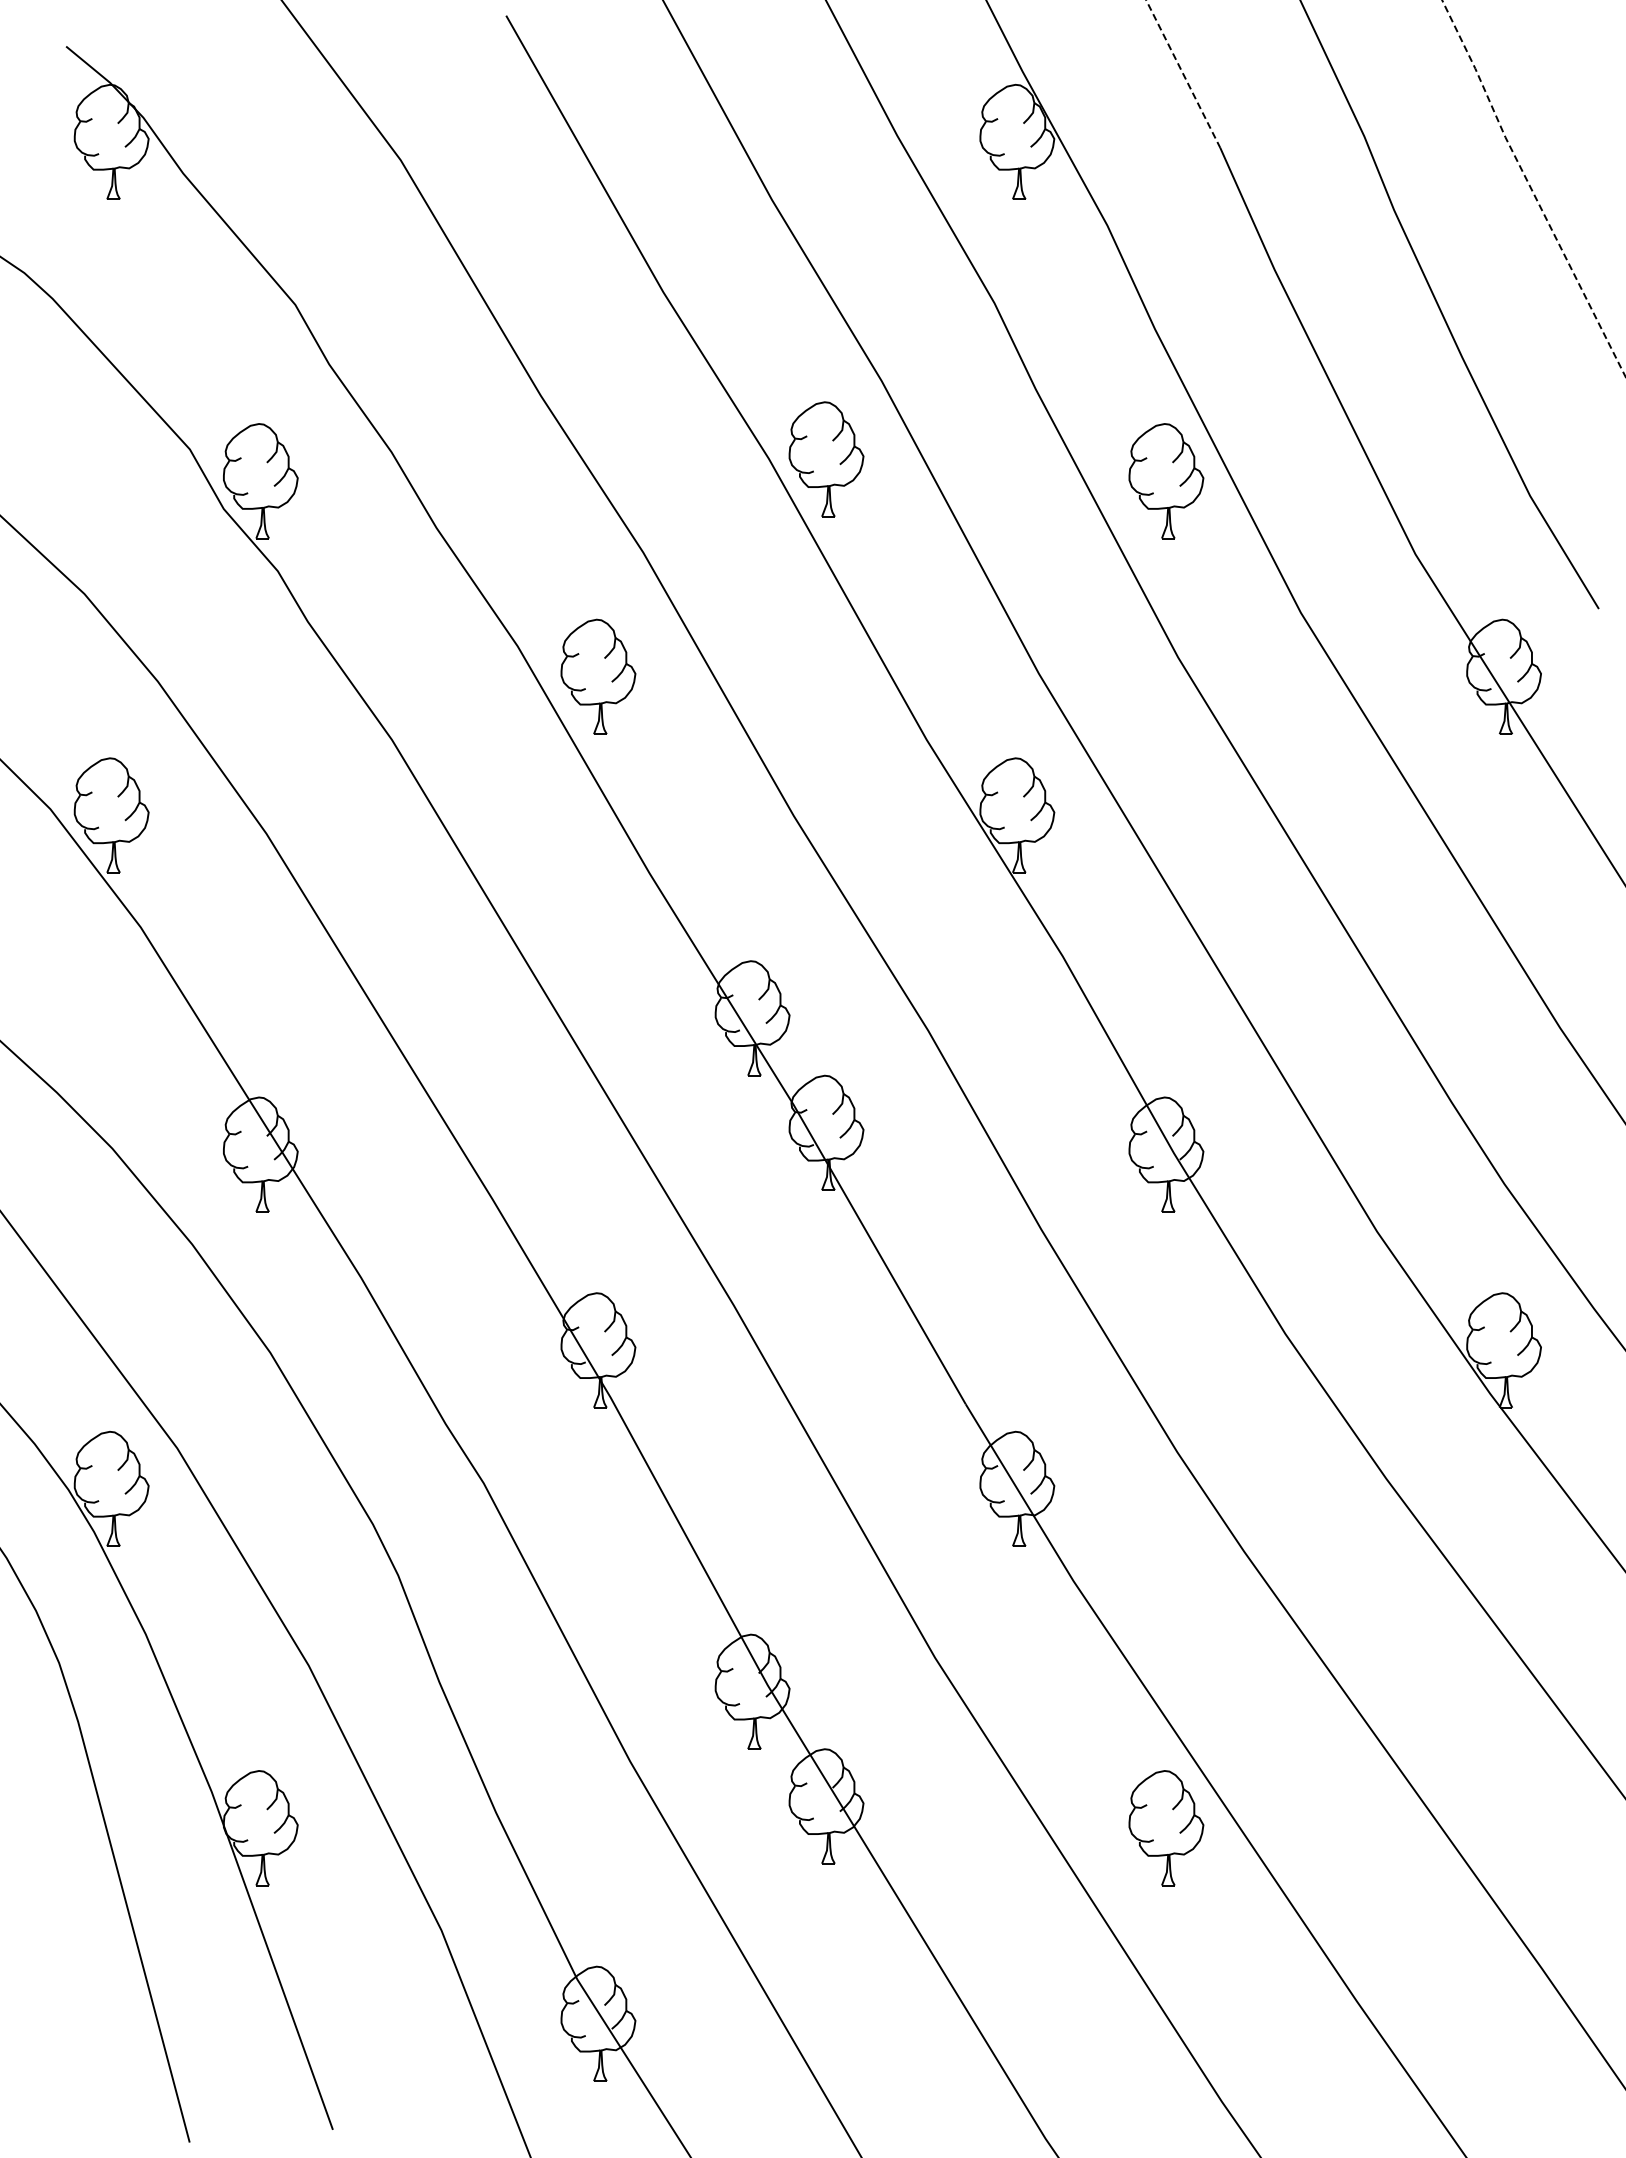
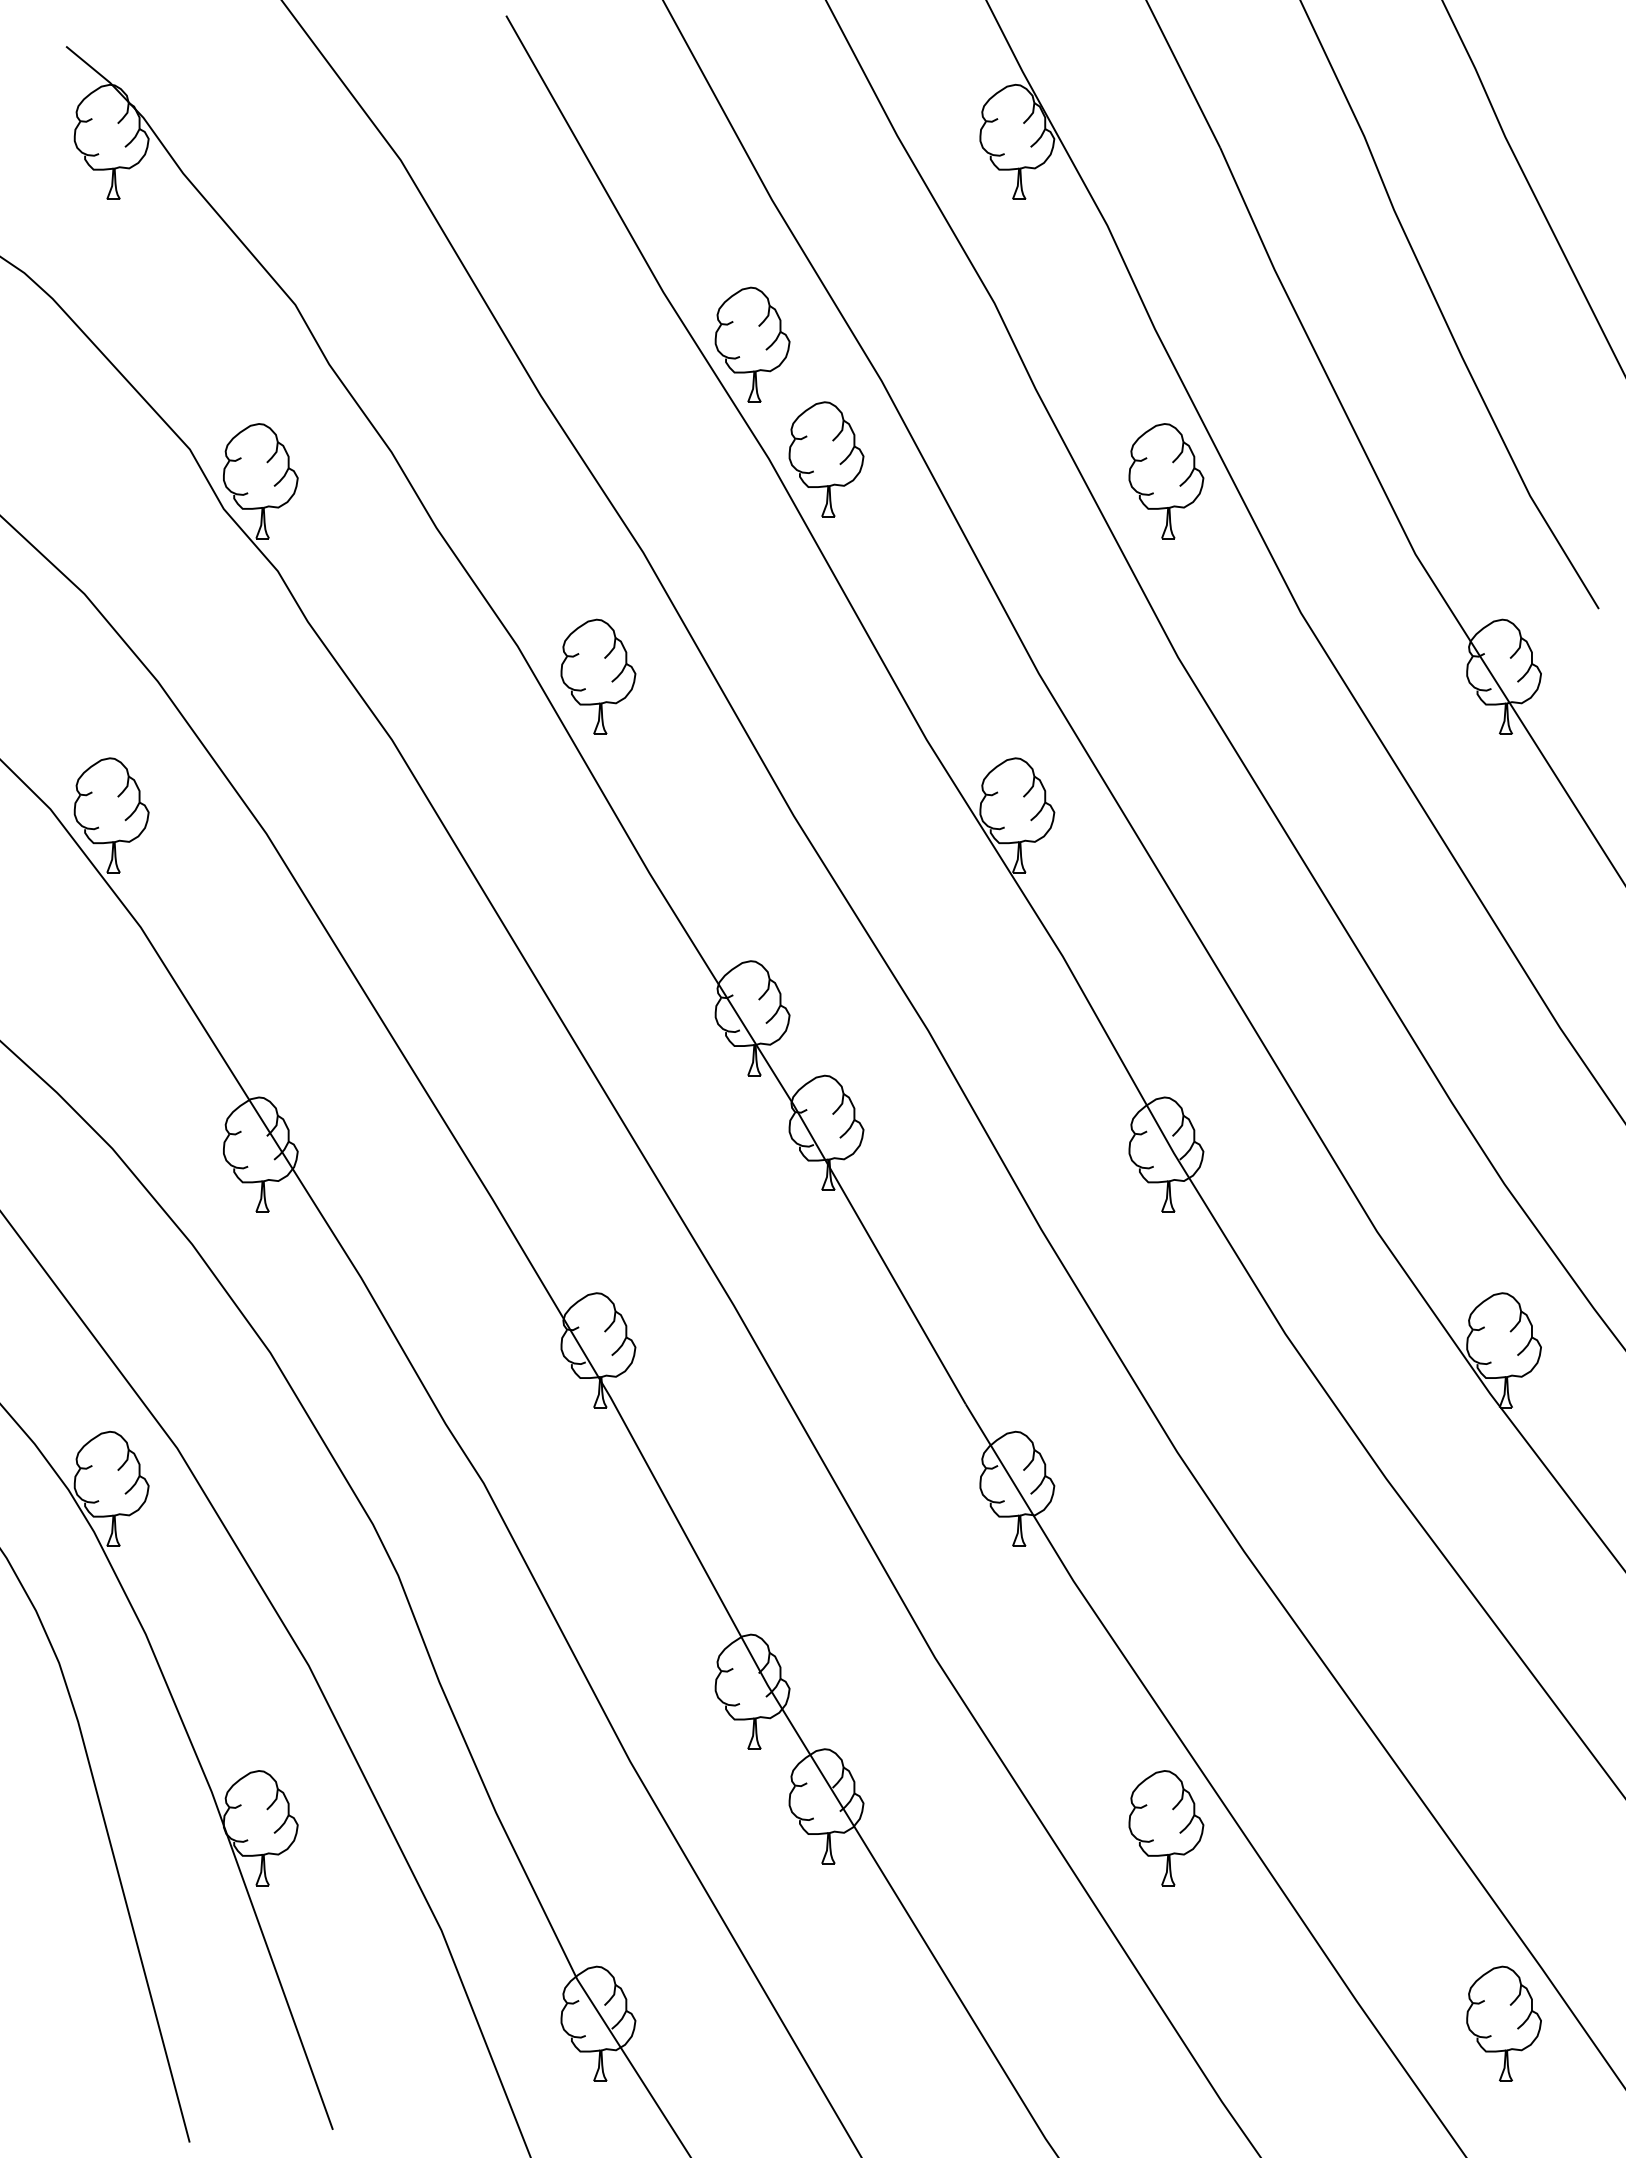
line at (1183, 74): dashed -> solid
line at (1531, 188): dashed -> solid
part at (752, 344): none -> present
part at (1503, 2023): none -> present
